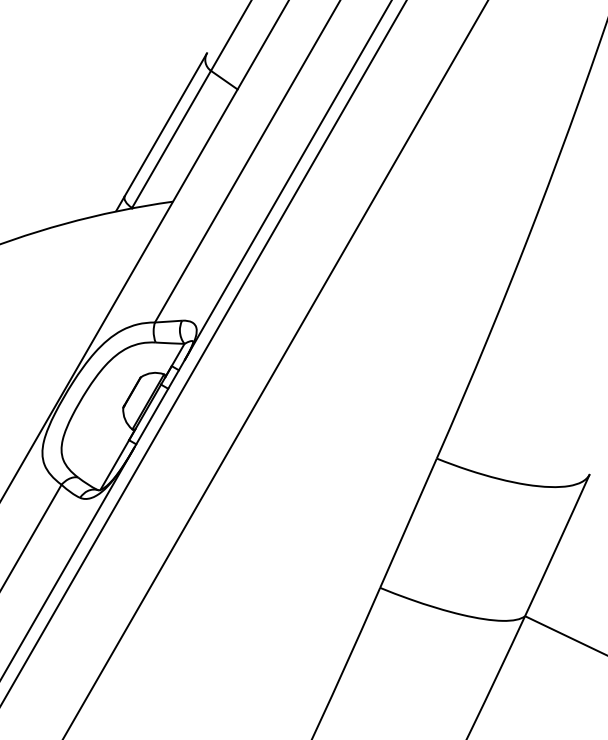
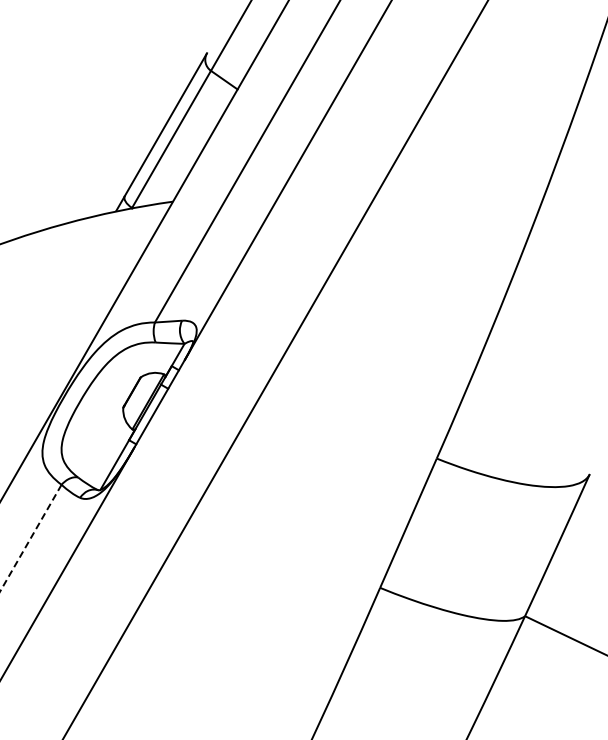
line at (203, 352): present -> none
line at (30, 538): solid -> dashed
